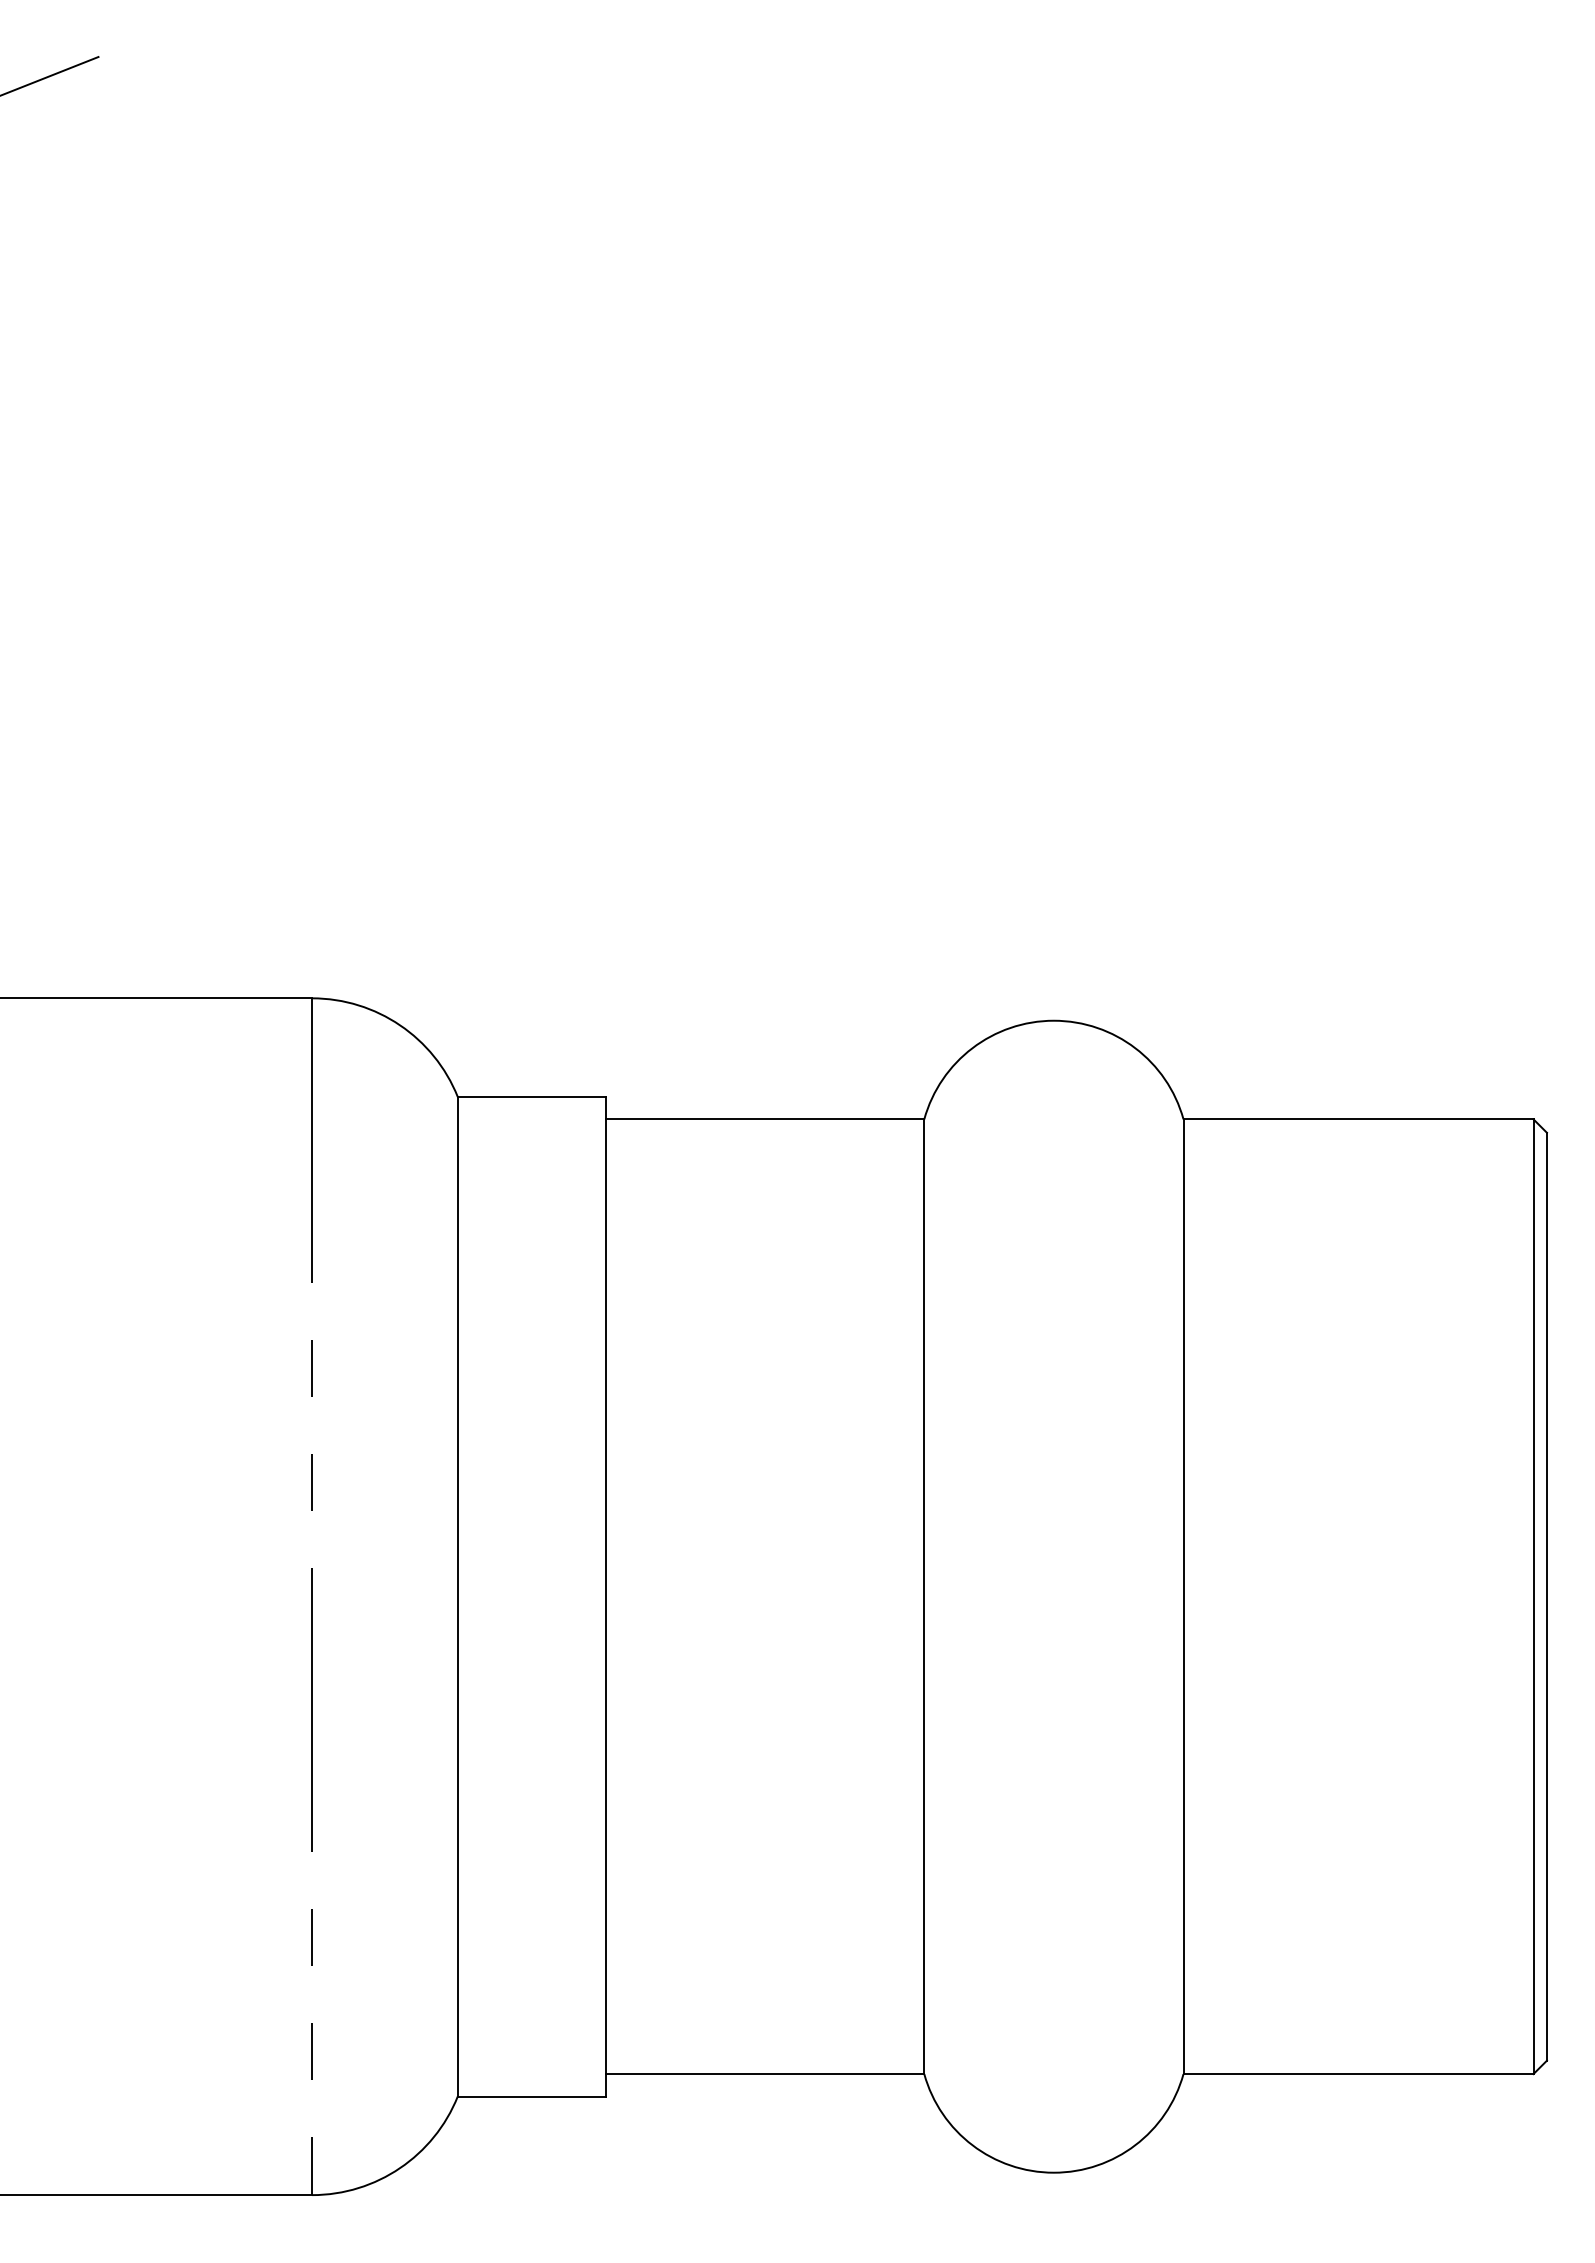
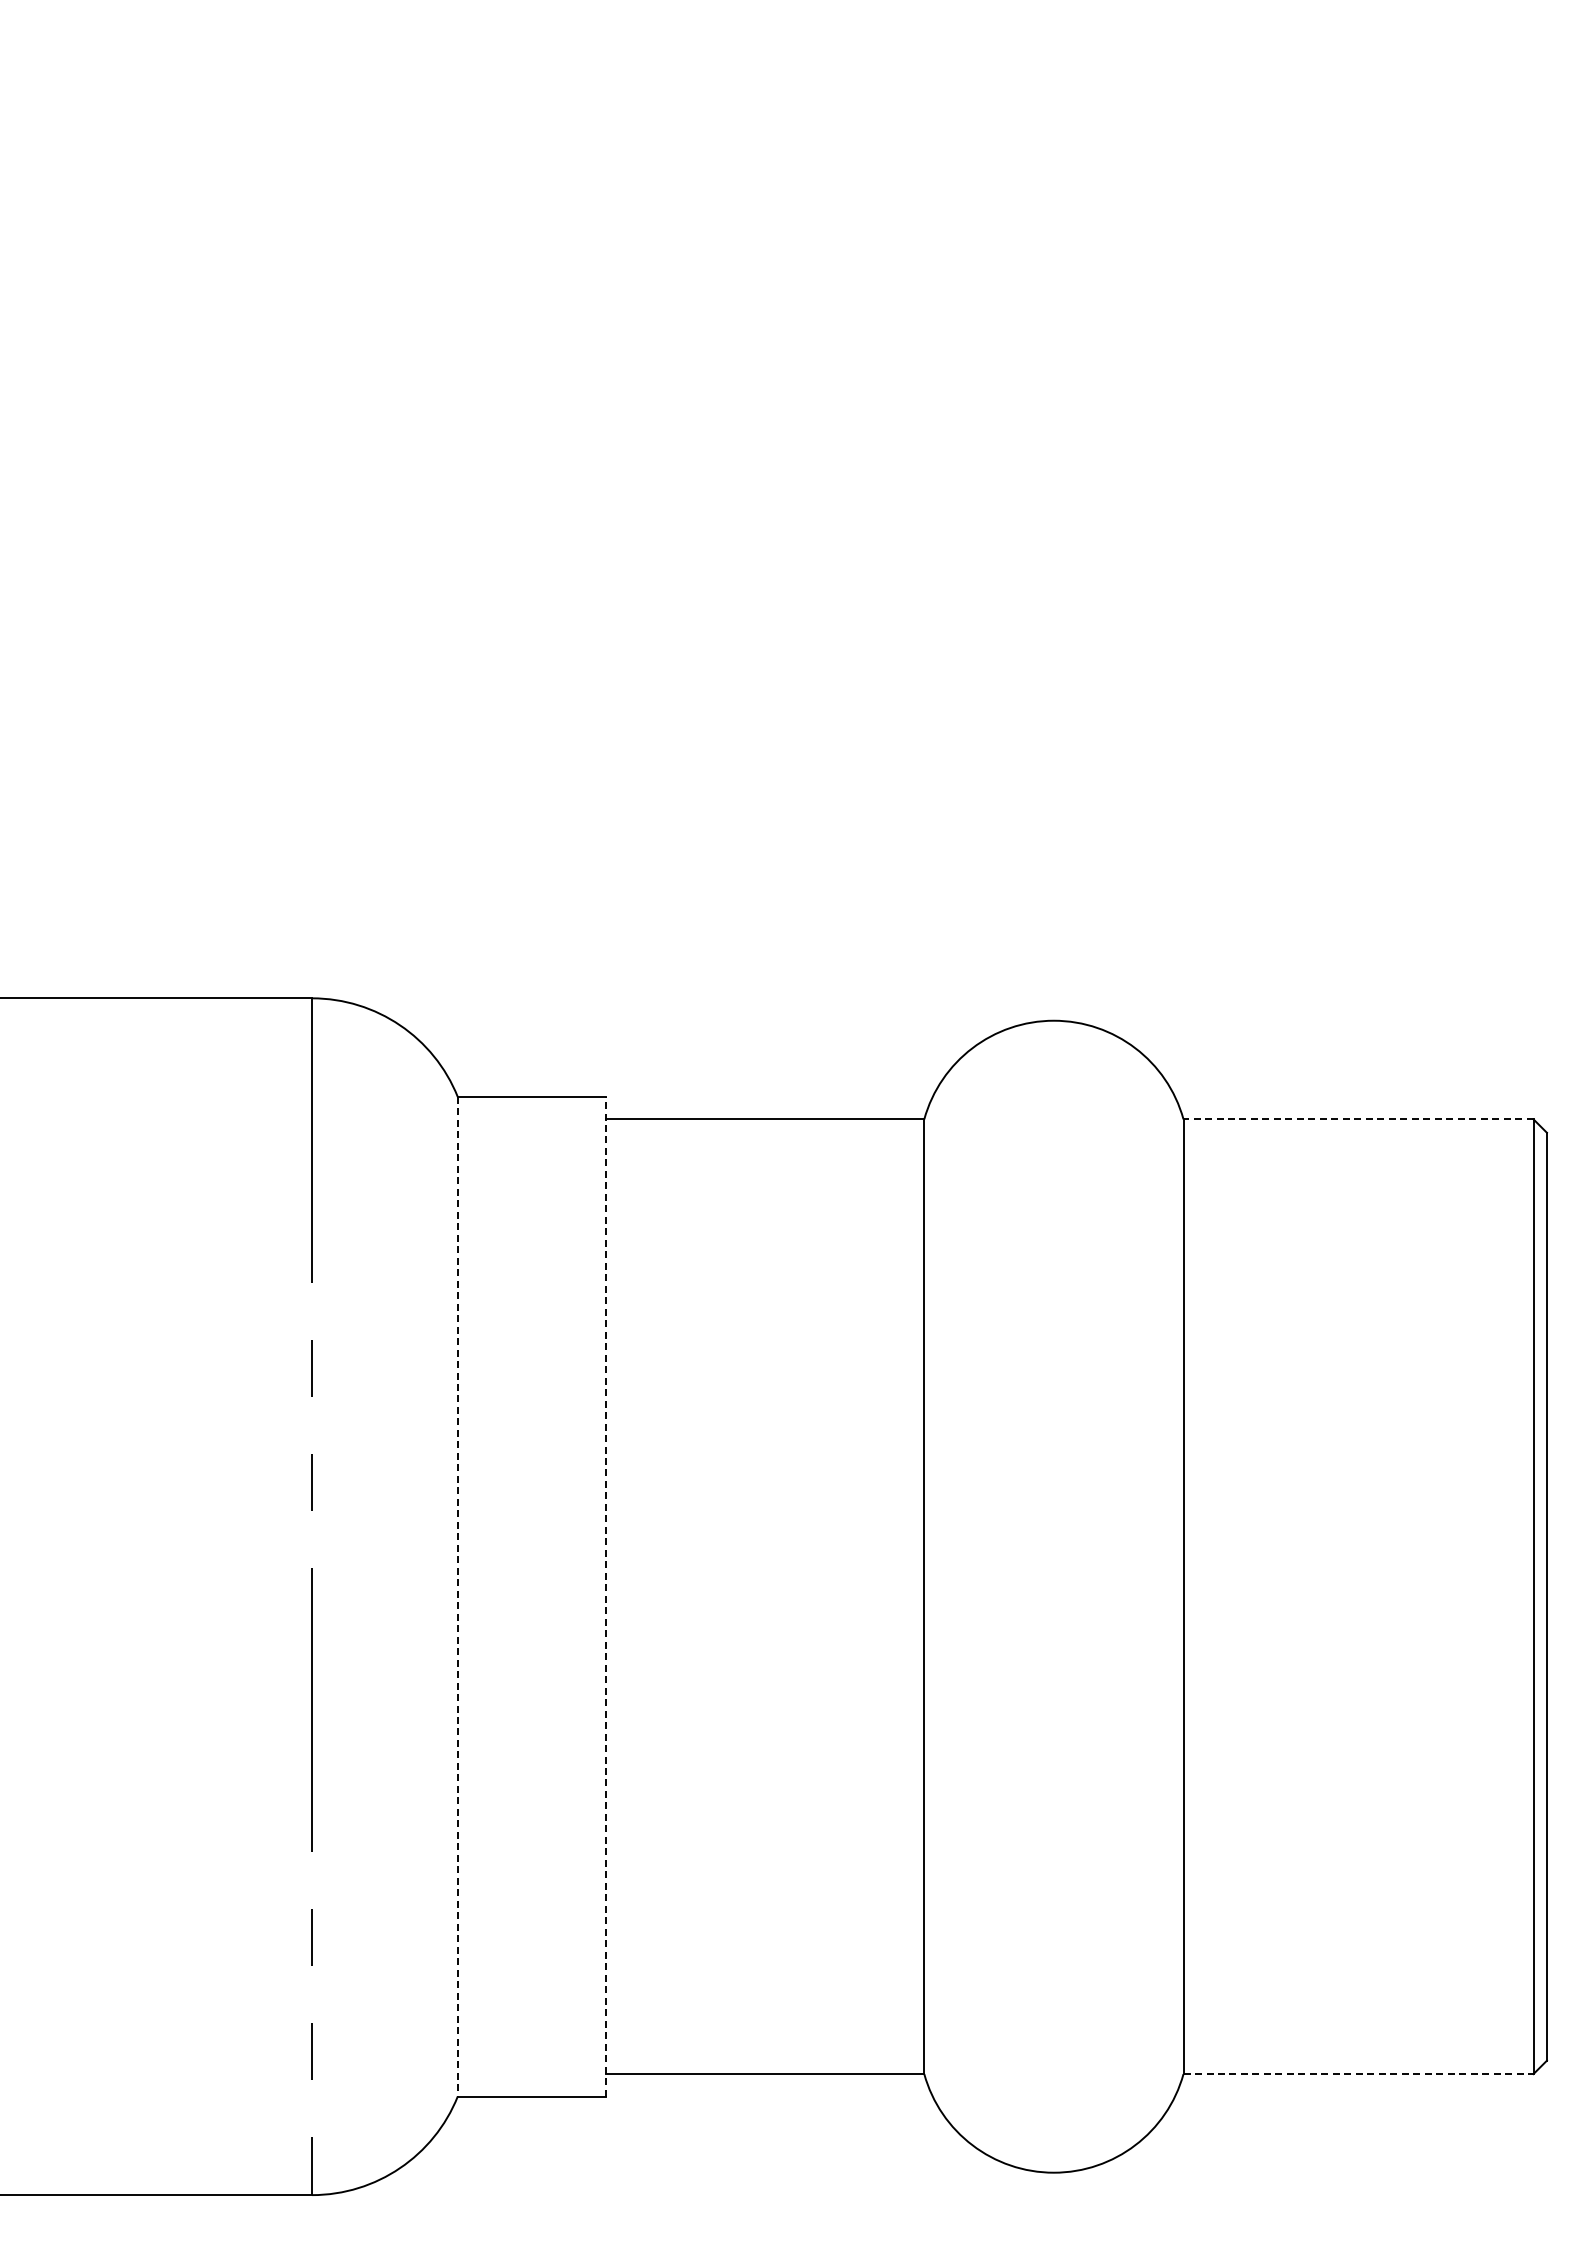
line at (50, 75): present -> none
line at (1358, 1119): solid -> dashed
line at (457, 1596): solid -> dashed
line at (605, 1596): solid -> dashed
line at (1358, 2074): solid -> dashed
